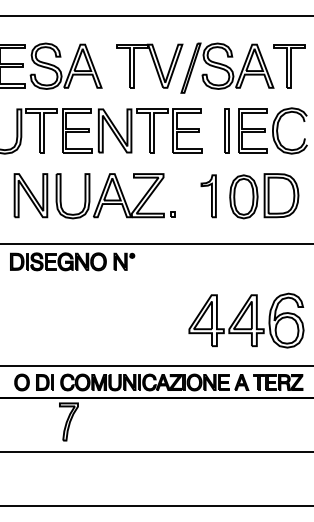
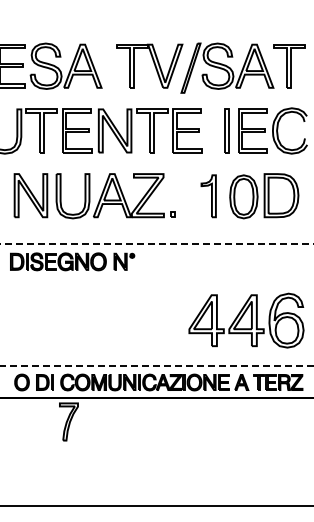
line at (156, 15): present -> none
line at (156, 244): solid -> dashed
line at (157, 366): solid -> dashed
line at (156, 452): present -> none
